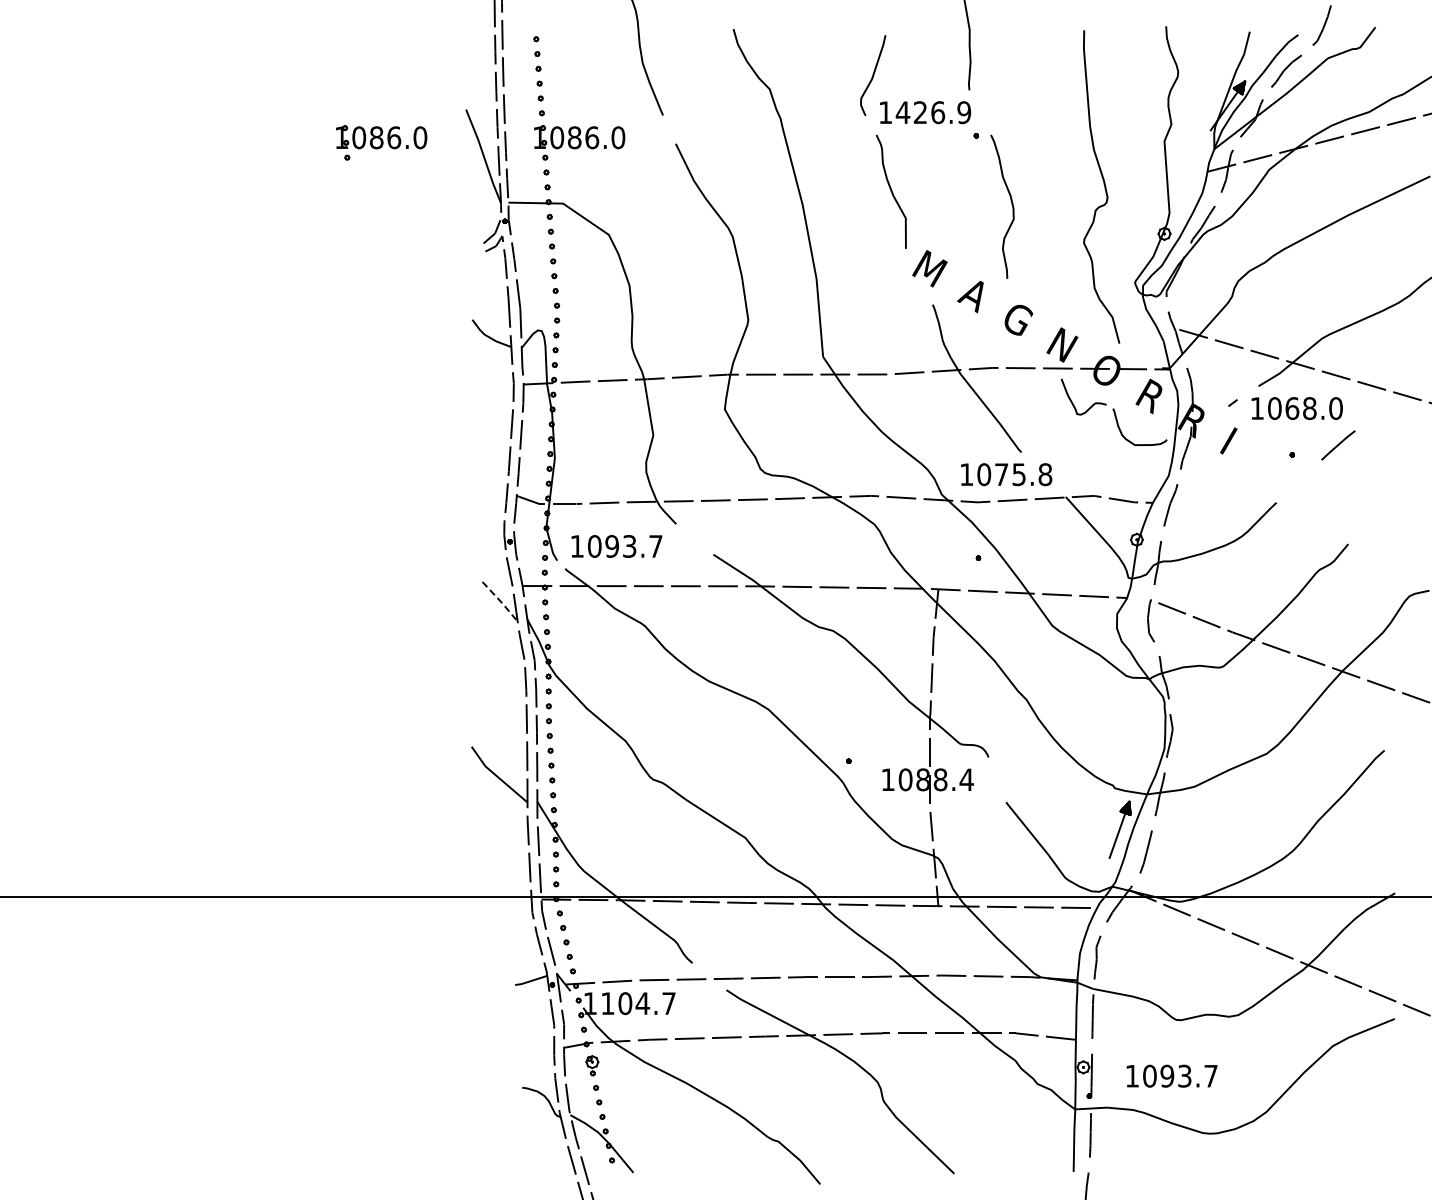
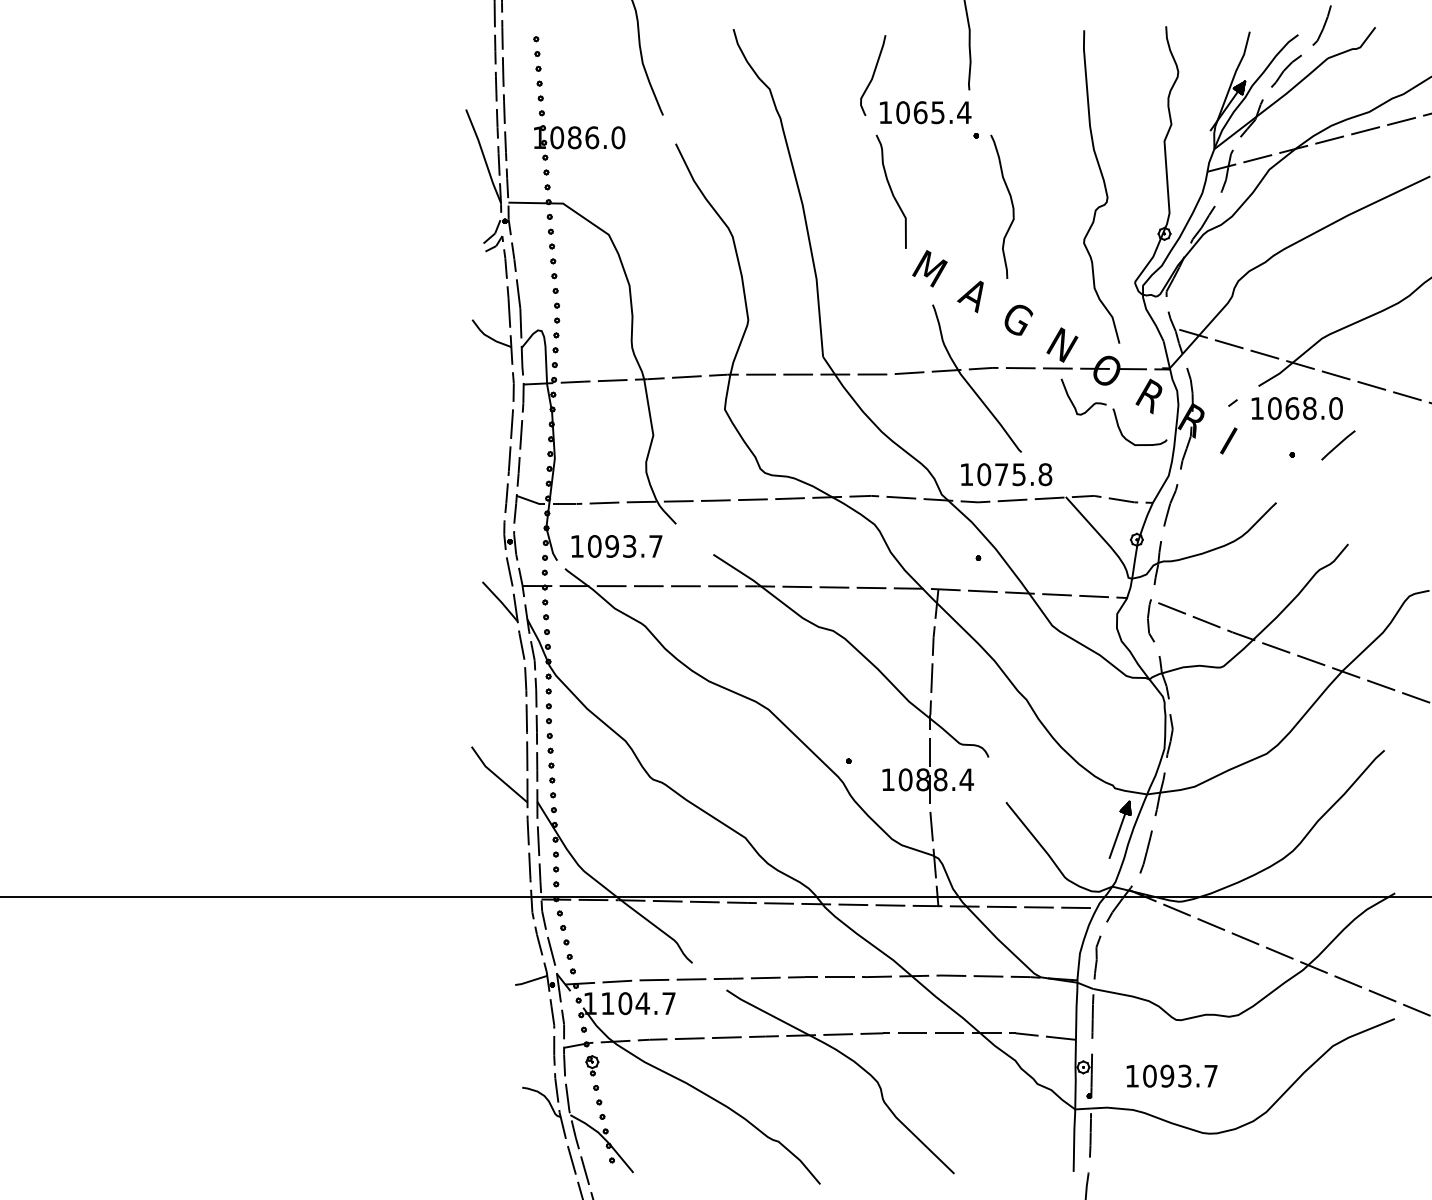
text at (933, 112): 1426.9 -> 1065.4
part at (381, 142): present -> none
line at (501, 602): dashed -> solid
